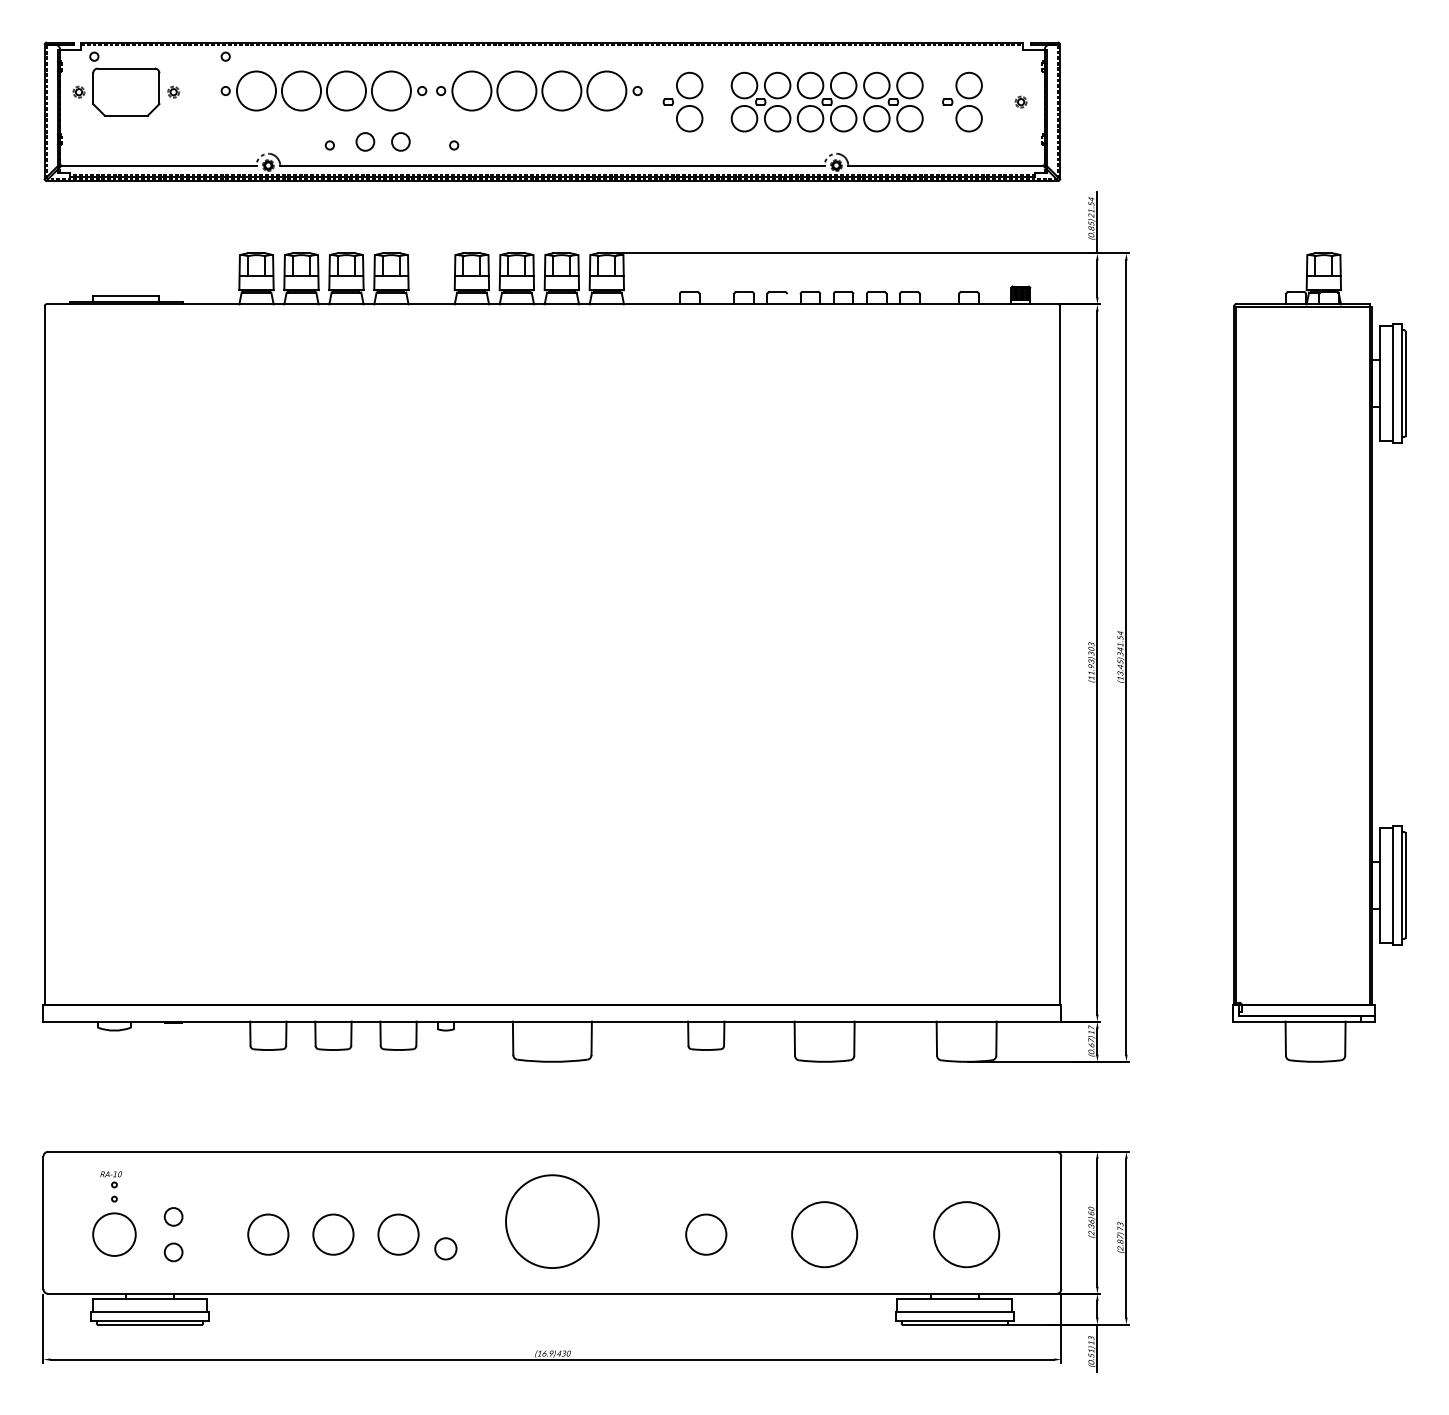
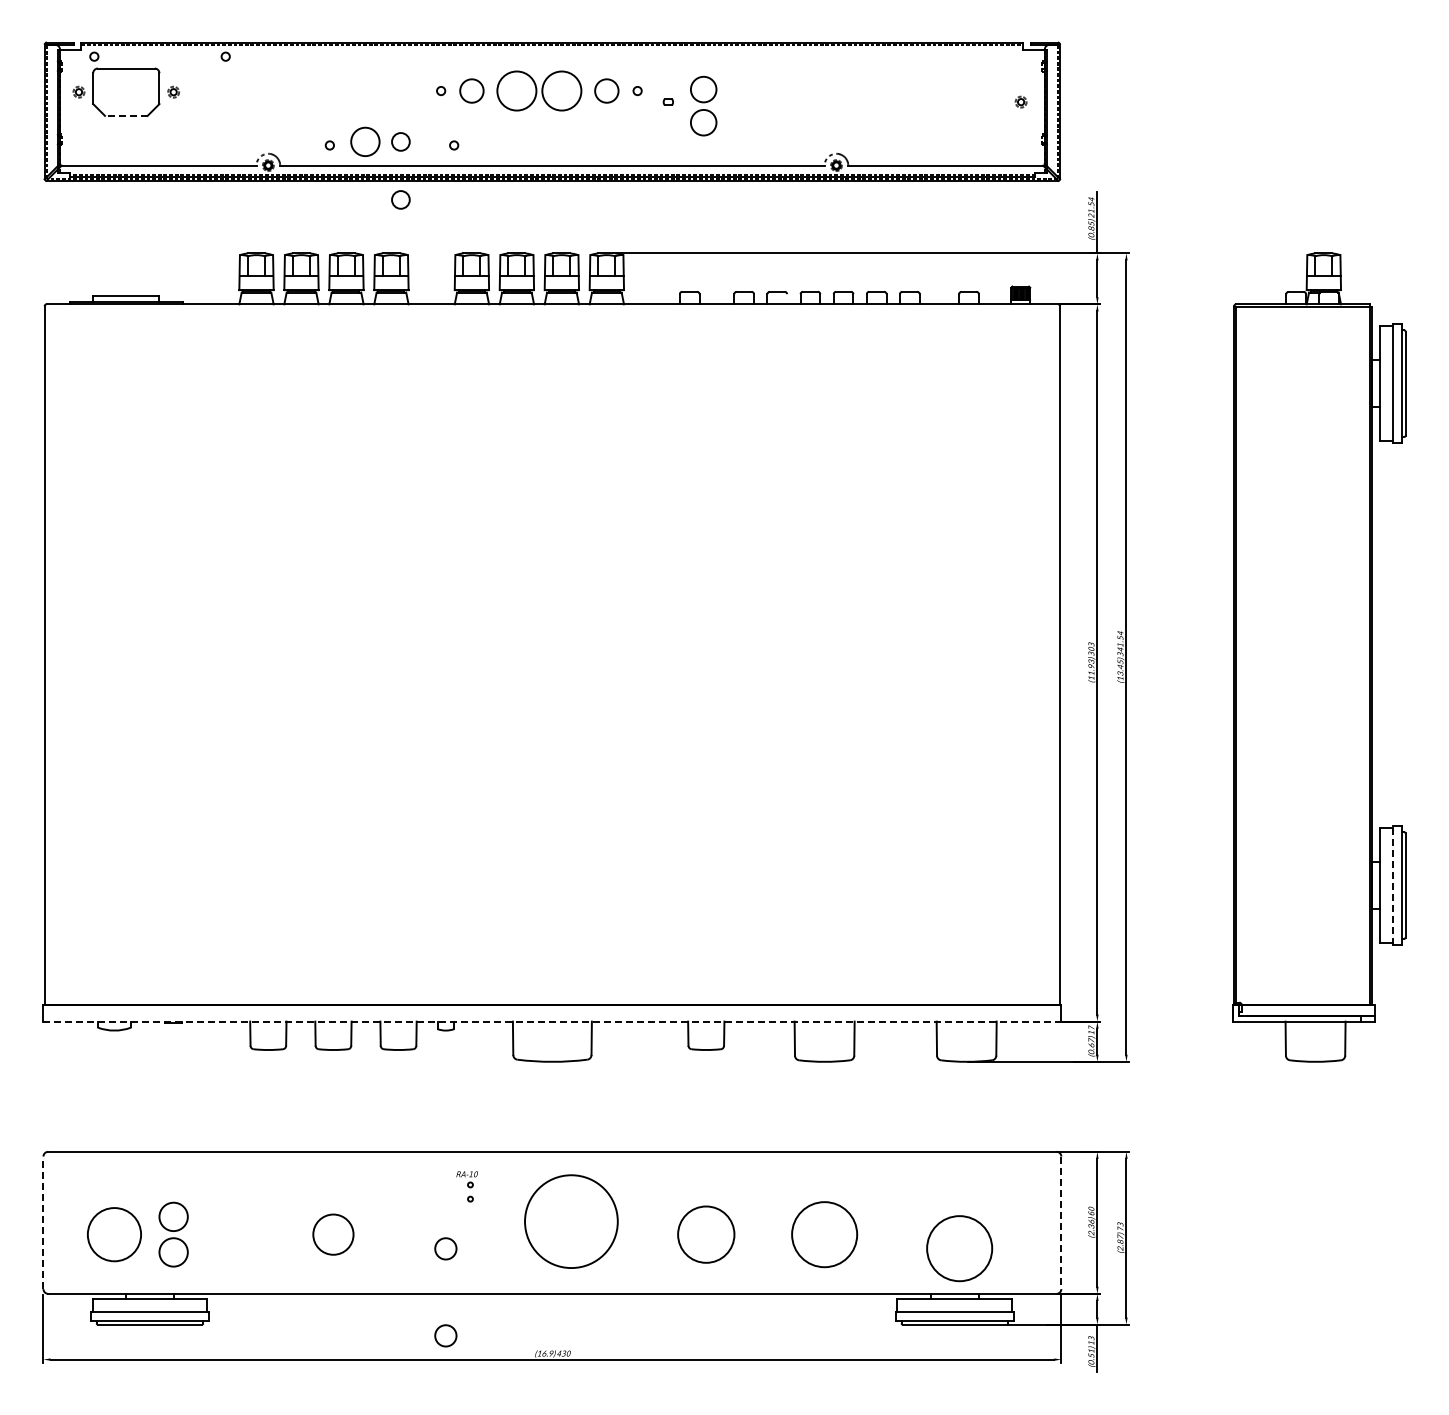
part at (323, 90): present -> none
circle at (471, 90) diameter: 39 px -> 23 px
circle at (606, 90) diameter: 39 px -> 23 px
part at (689, 101) position: (689, 101) -> (703, 105)
part at (826, 101): present -> none
part at (962, 101): present -> none
line at (125, 115): solid -> dashed
circle at (365, 141) diameter: 18 px -> 28 px
circle at (400, 199): none -> present
line at (1392, 885): solid -> dashed
line at (552, 1021): solid -> dashed
part at (110, 1186) position: (110, 1186) -> (466, 1186)
circle at (173, 1216) diameter: 18 px -> 28 px
circle at (552, 1221) position: (552, 1221) -> (571, 1221)
line at (43, 1222): solid -> dashed
line at (1061, 1223): solid -> dashed
circle at (114, 1234) diameter: 43 px -> 53 px
circle at (268, 1234): present -> none
circle at (398, 1234): present -> none
circle at (706, 1234) diameter: 40 px -> 56 px
circle at (966, 1234) position: (966, 1234) -> (959, 1248)
circle at (173, 1252) diameter: 18 px -> 28 px
circle at (445, 1335): none -> present
